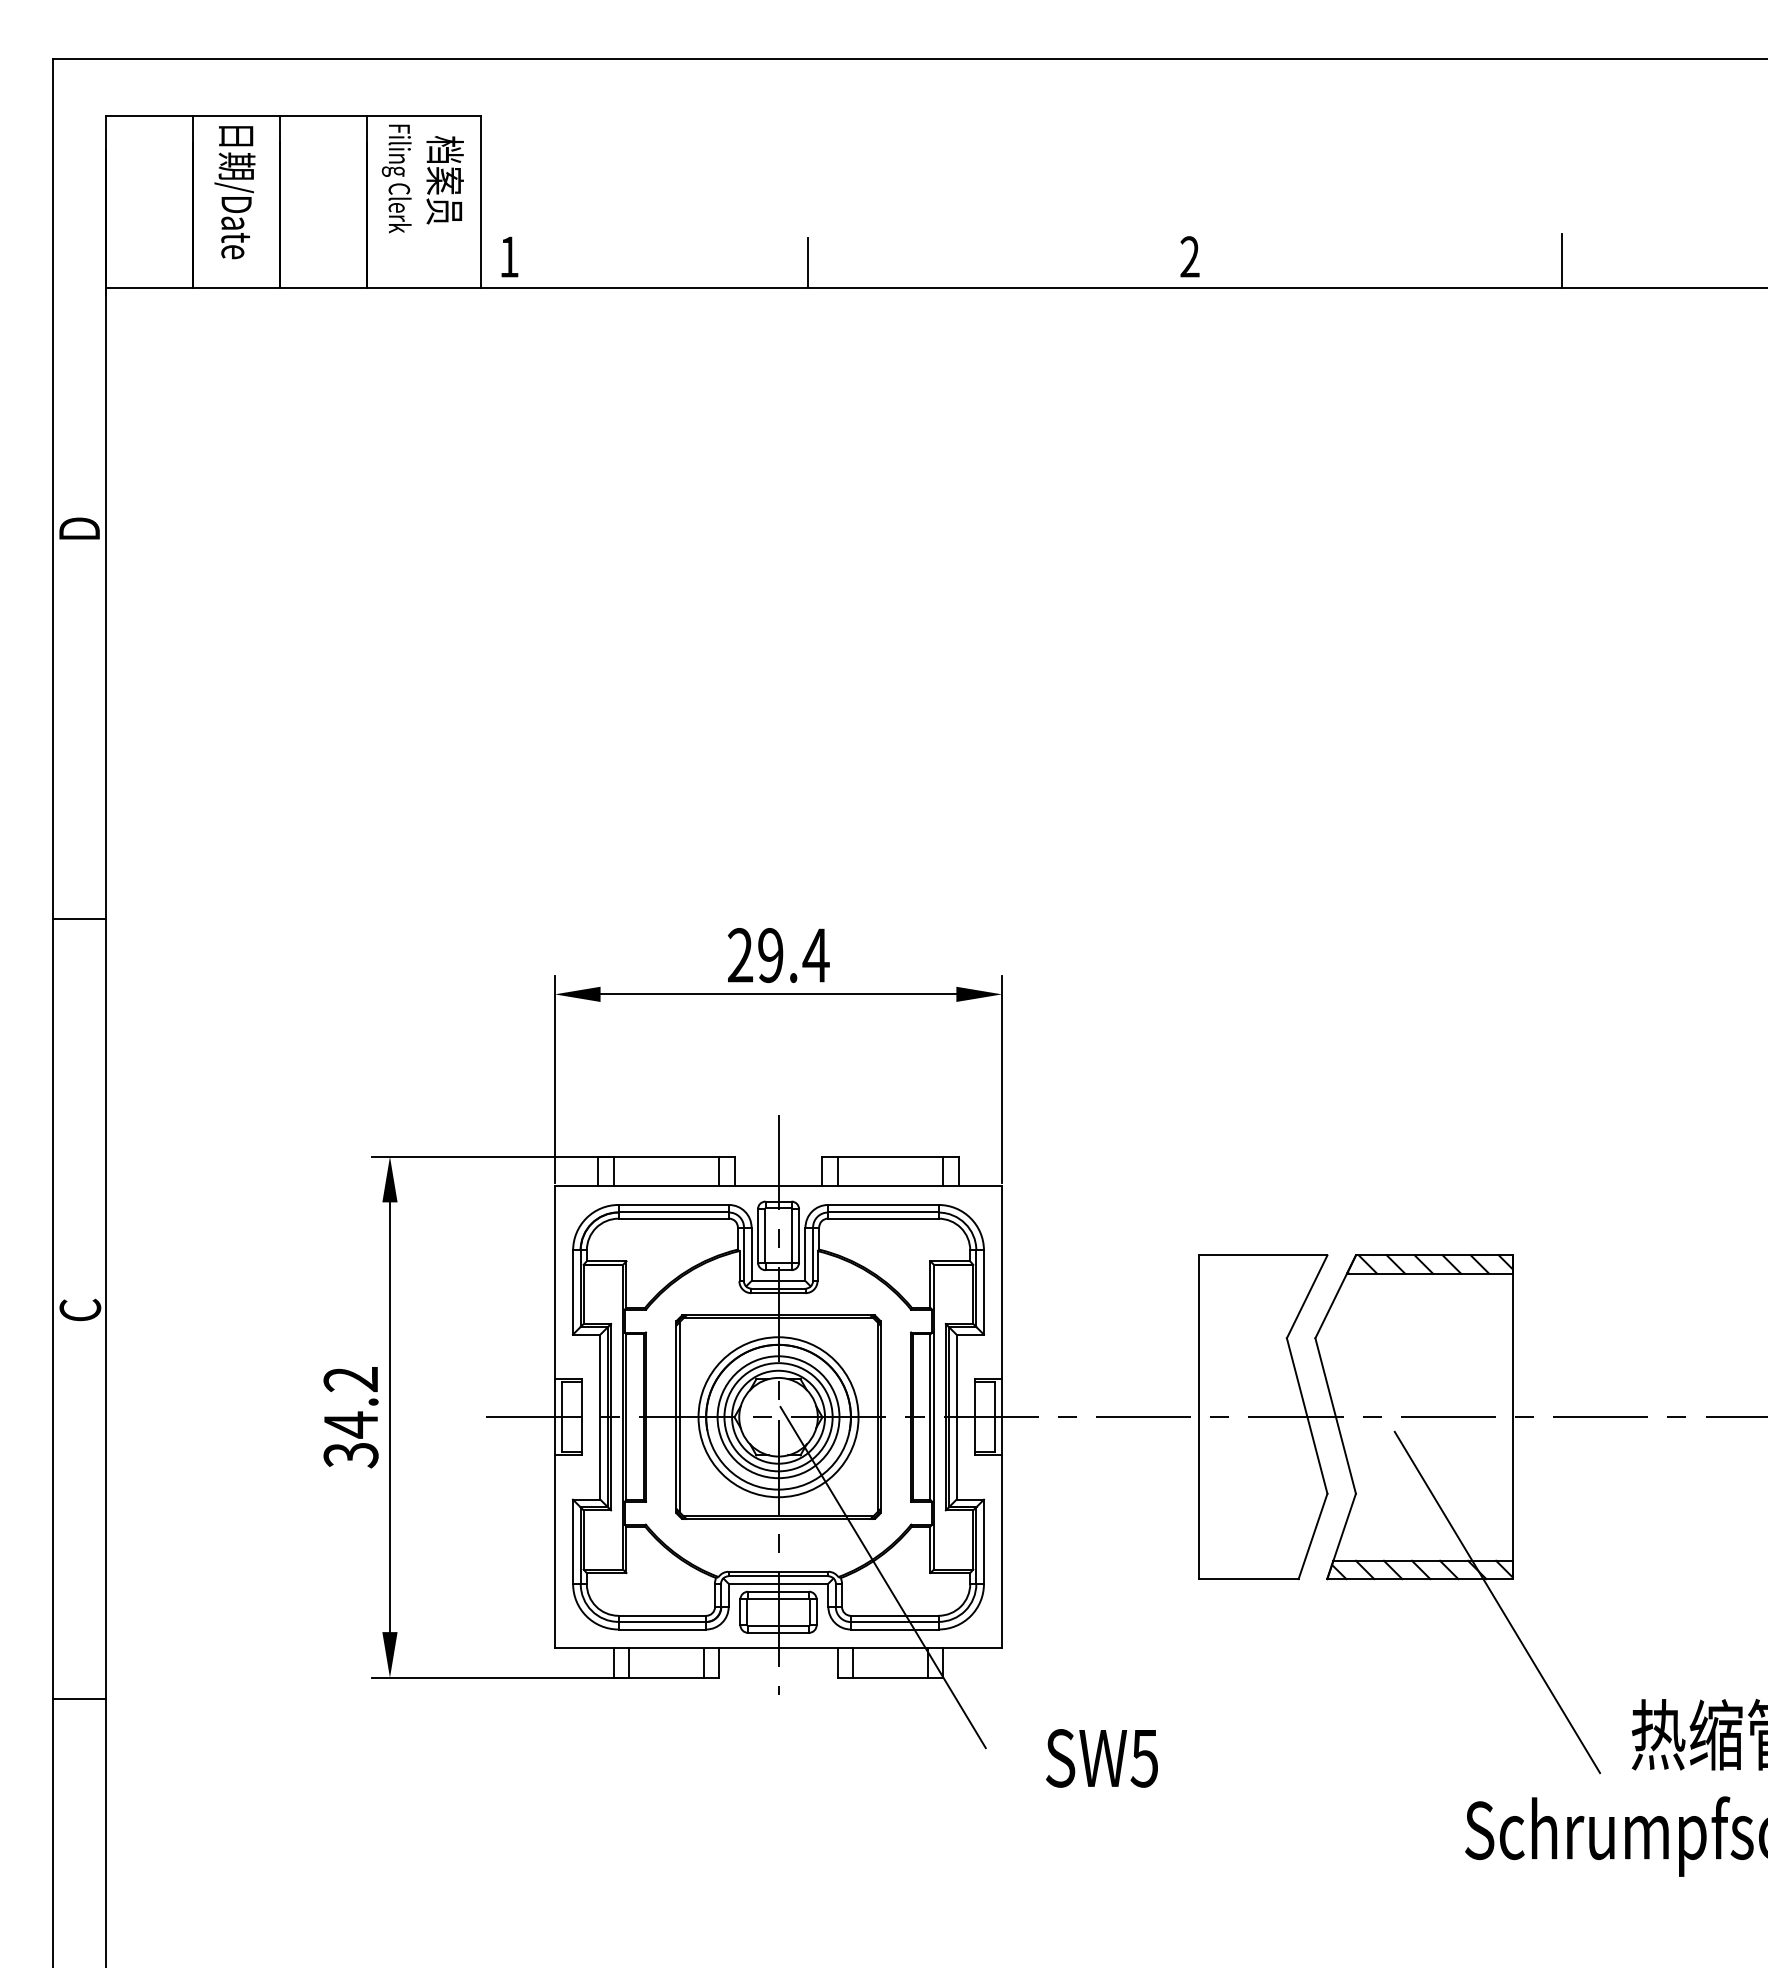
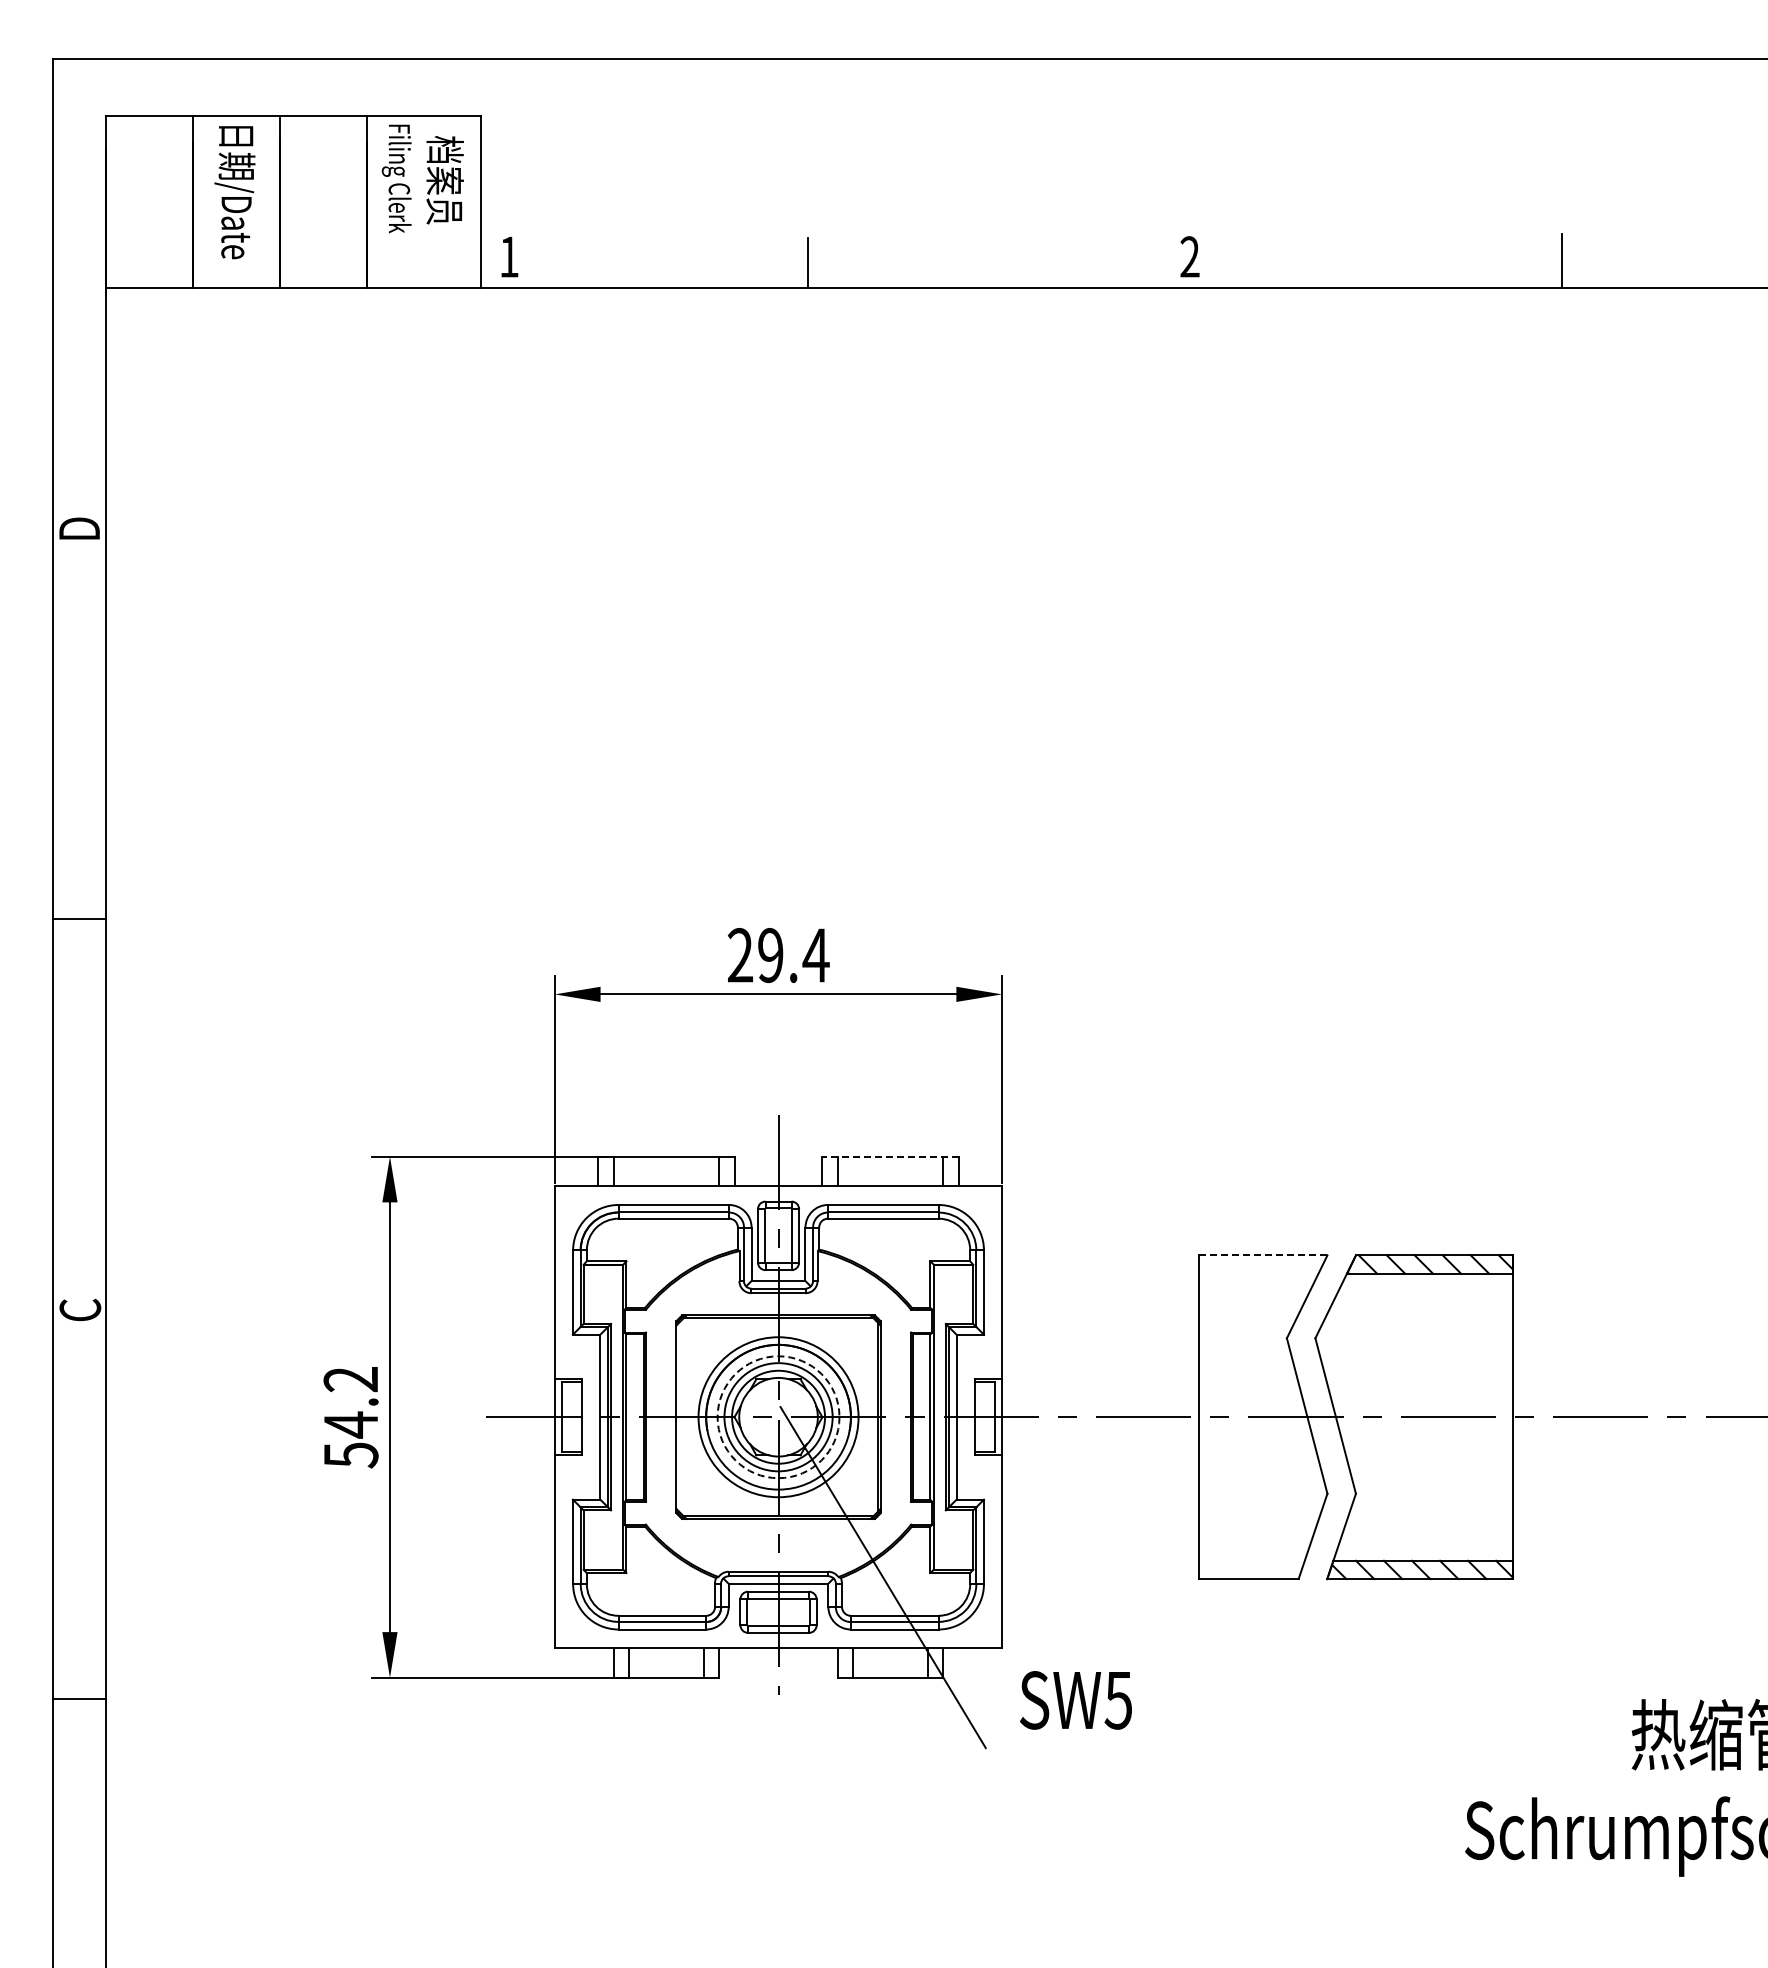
line at (889, 1156): solid -> dashed
line at (1262, 1255): solid -> dashed
line at (679, 1417): present -> none
circle at (778, 1417): solid -> dashed
text at (350, 1455): 34.2 -> 54.2
line at (1497, 1602): present -> none
text at (1101, 1758) position: (1101, 1758) -> (1075, 1700)
